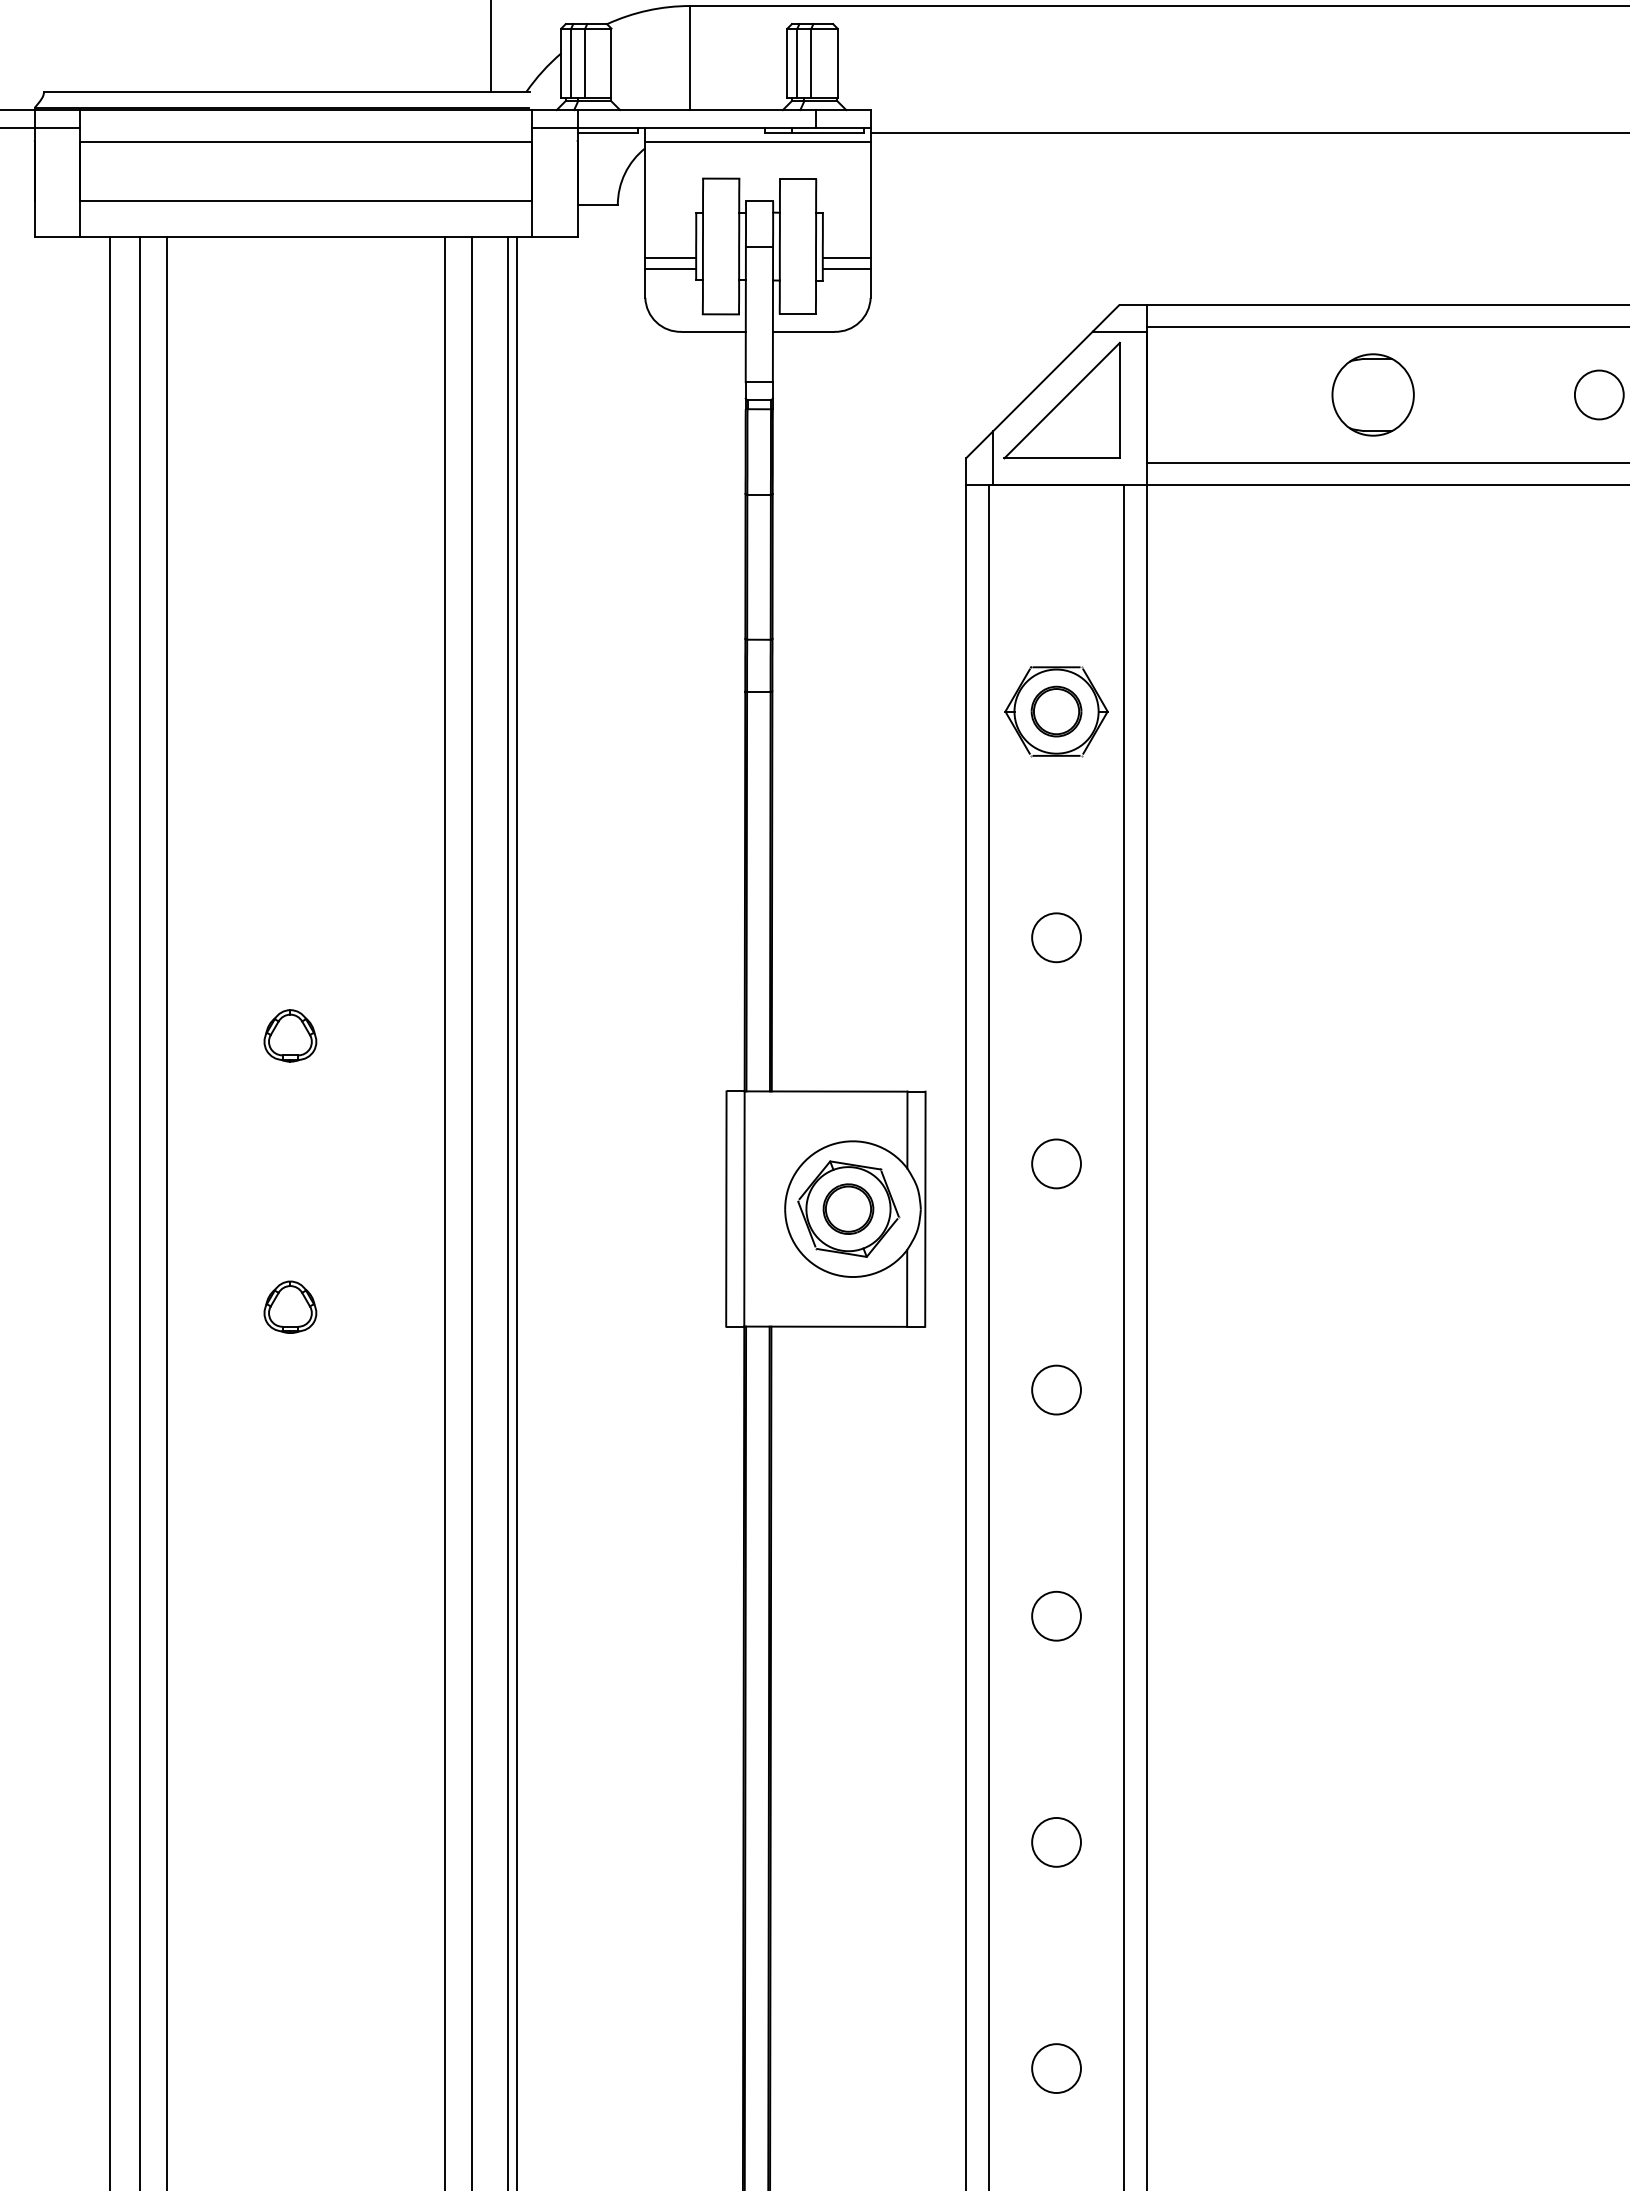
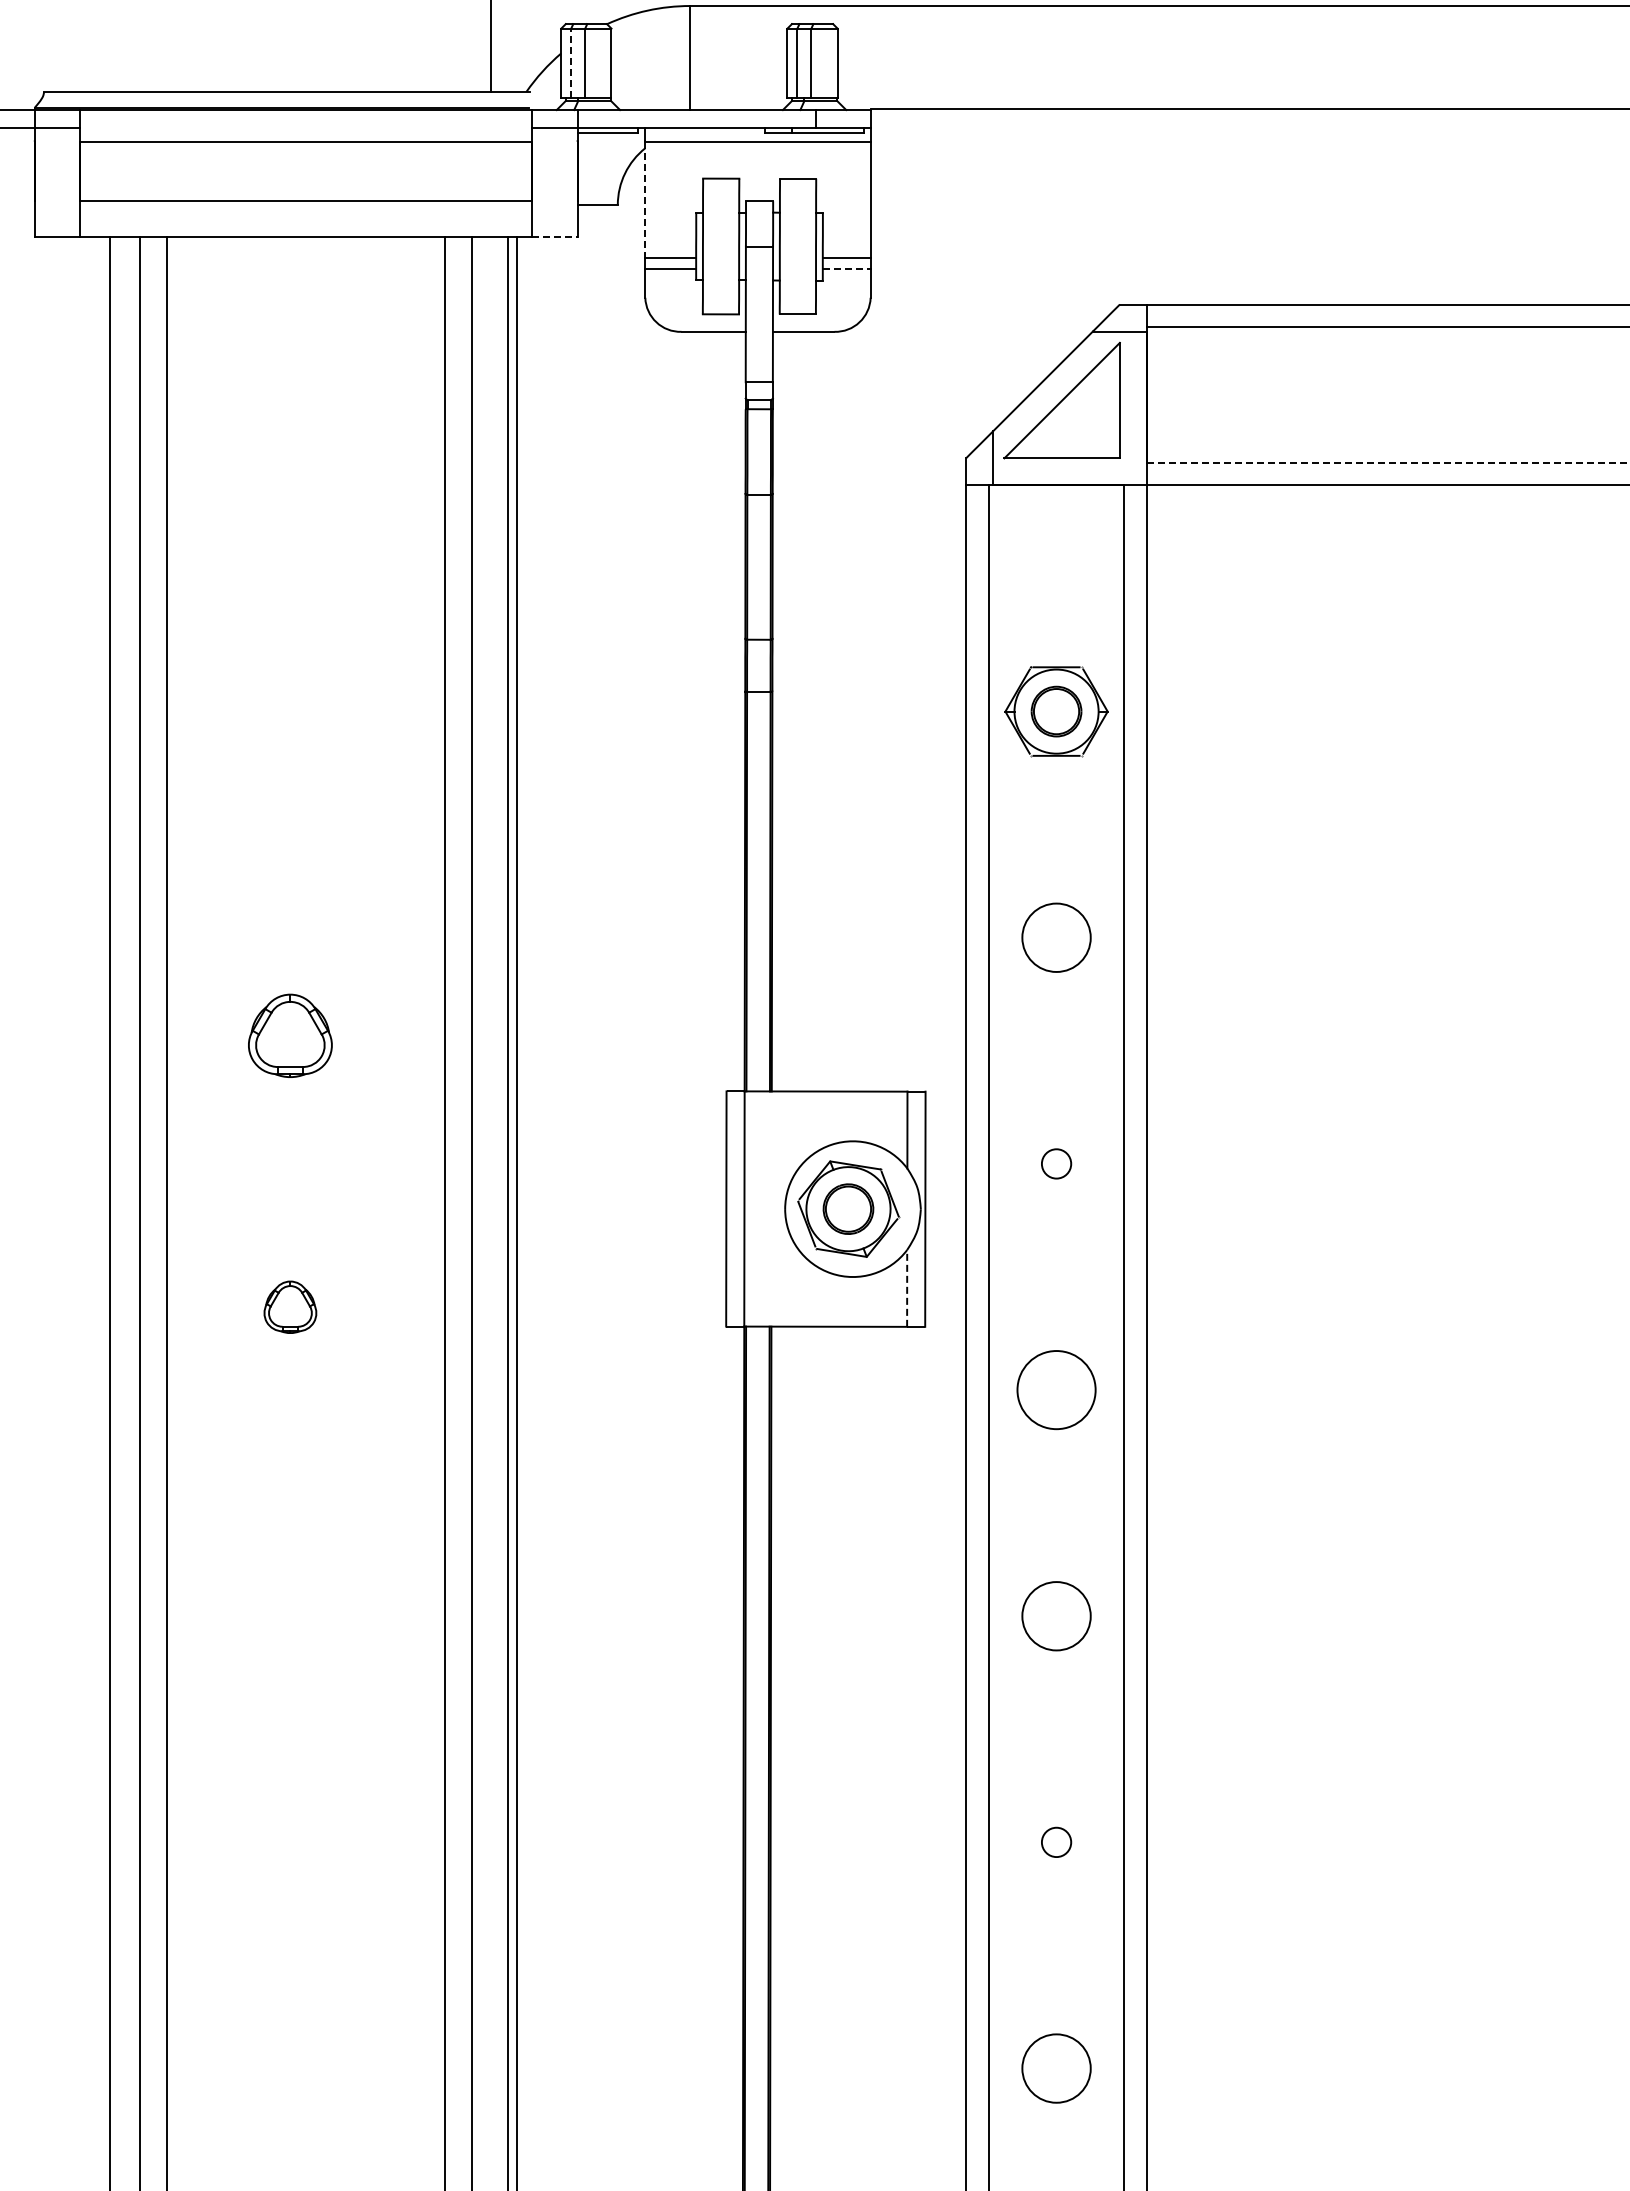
line at (571, 63): solid -> dashed
line at (1248, 132) position: (1248, 132) -> (1248, 108)
line at (645, 200): solid -> dashed
line at (554, 236): solid -> dashed
line at (846, 269): solid -> dashed
part at (1372, 394): present -> none
circle at (1599, 394): present -> none
line at (1388, 462): solid -> dashed
circle at (1056, 937) diameter: 49 px -> 68 px
part at (290, 1035) size: 55x54 px -> 85x85 px
circle at (1056, 1163) diameter: 49 px -> 29 px
line at (907, 1287): solid -> dashed
circle at (1056, 1389) diameter: 49 px -> 78 px
circle at (1056, 1615) diameter: 49 px -> 68 px
circle at (1056, 1841) diameter: 49 px -> 29 px
circle at (1056, 2068) diameter: 49 px -> 68 px
